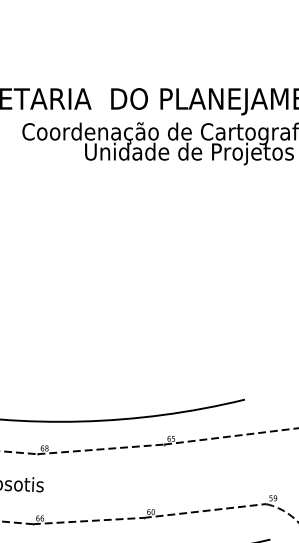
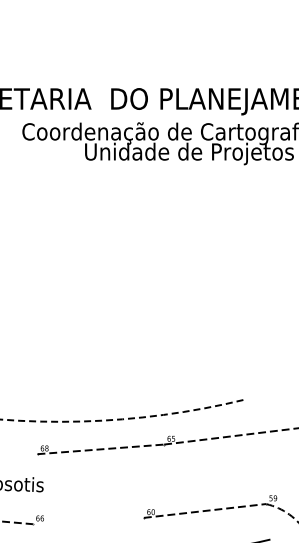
arc at (122, 419): solid -> dashed
line at (19, 452): present -> none
line at (87, 520): present -> none
